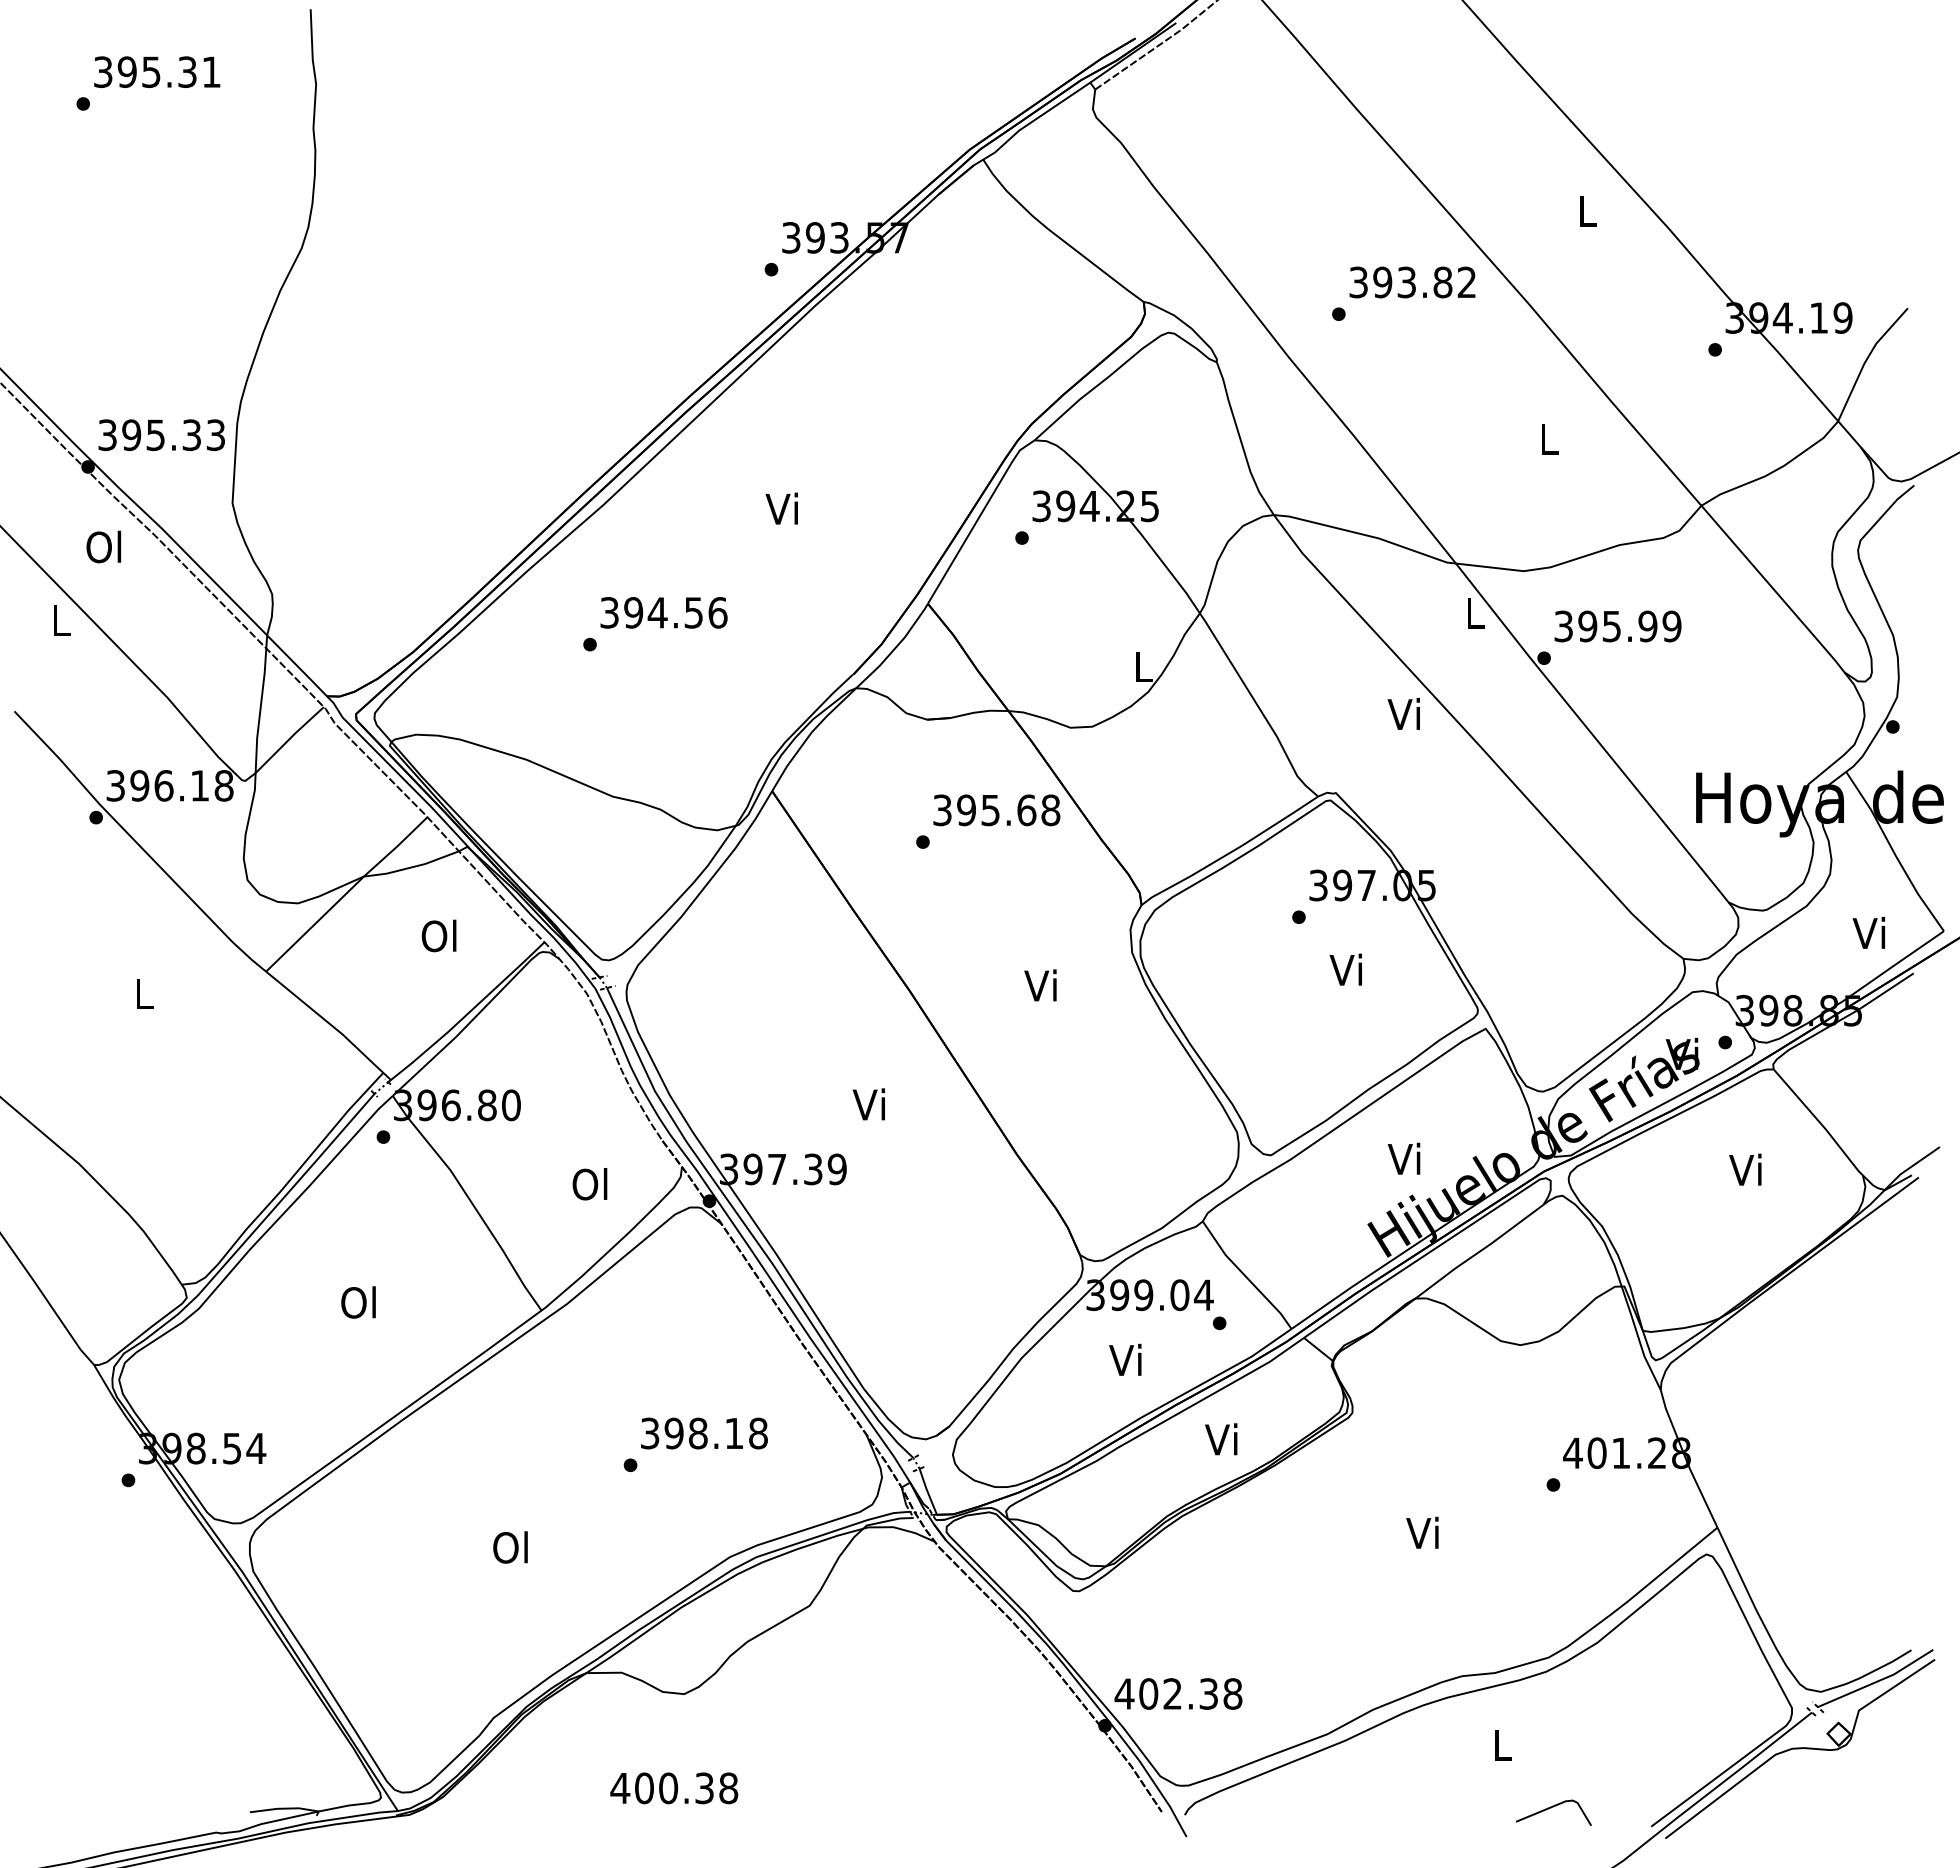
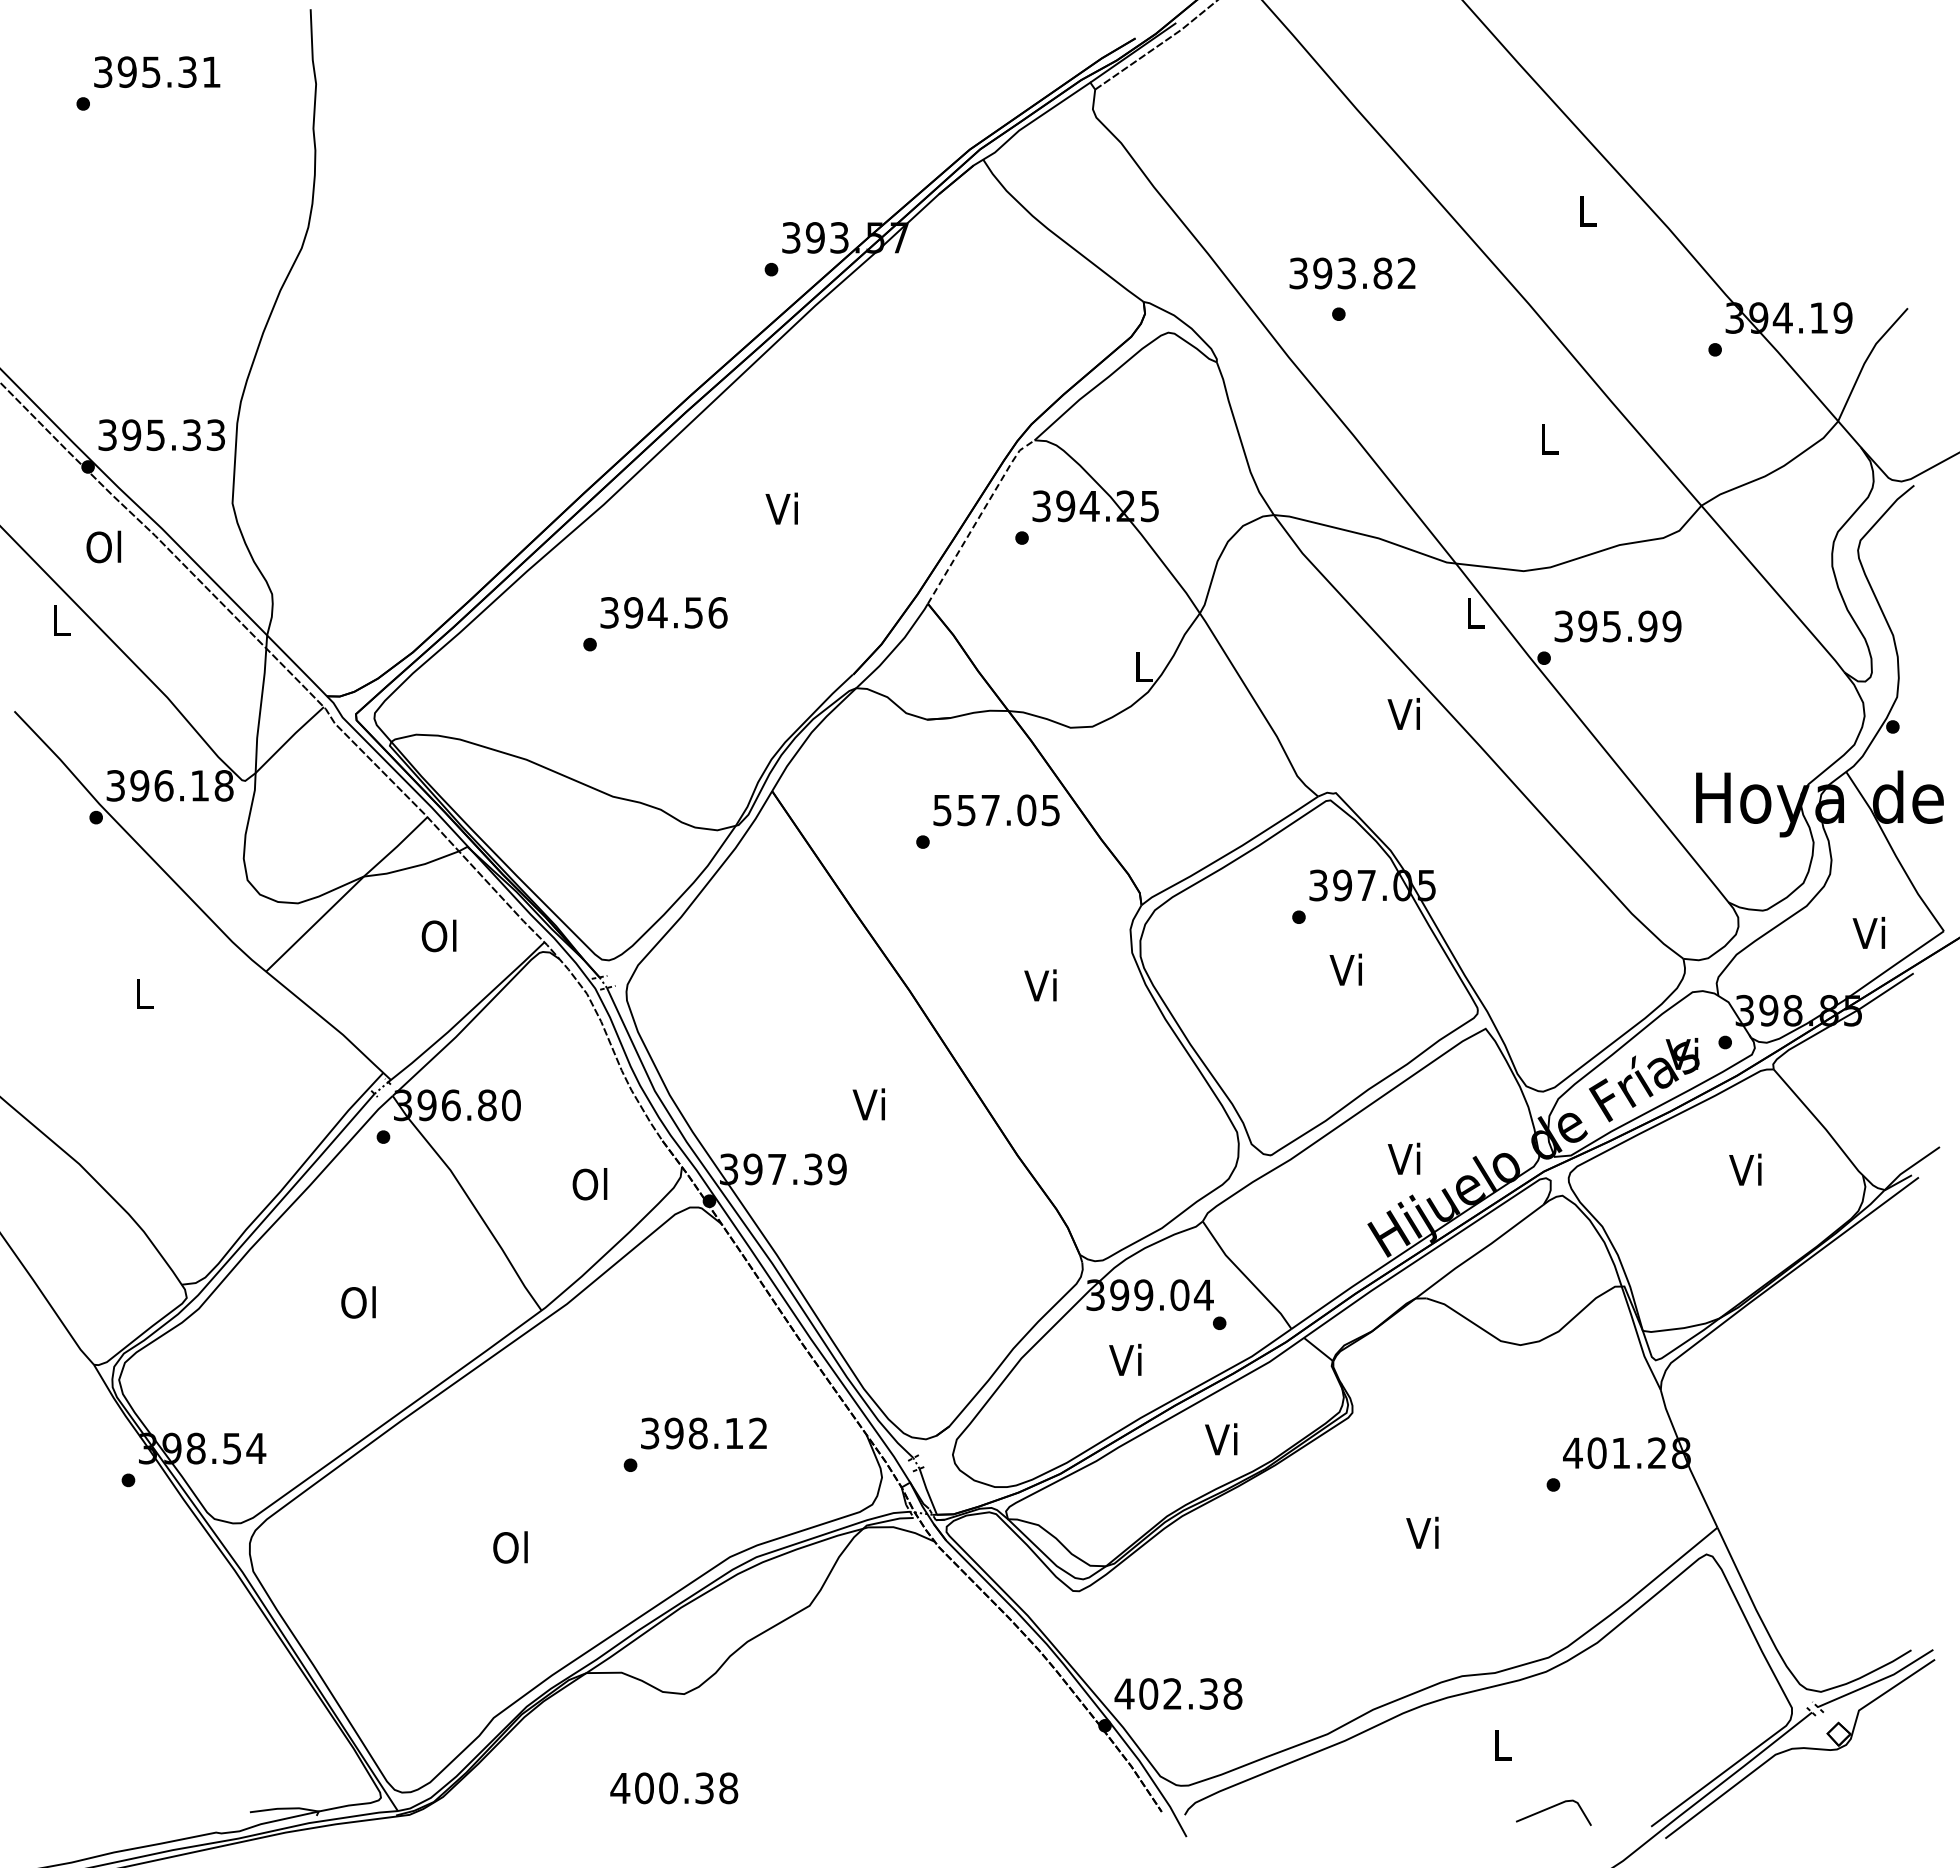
text at (1412, 282) position: (1412, 282) -> (1352, 273)
line at (978, 518): solid -> dashed
text at (997, 810): 395.68 -> 557.05
text at (758, 1433): 398.18 -> 398.12
